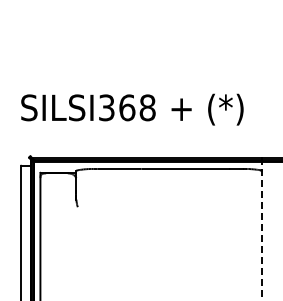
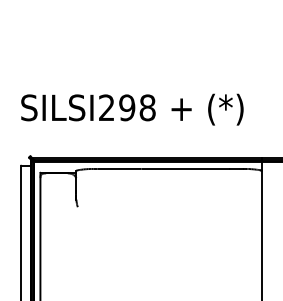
text at (117, 107): SILSI368 -> SILSI298
line at (261, 229): dashed -> solid
